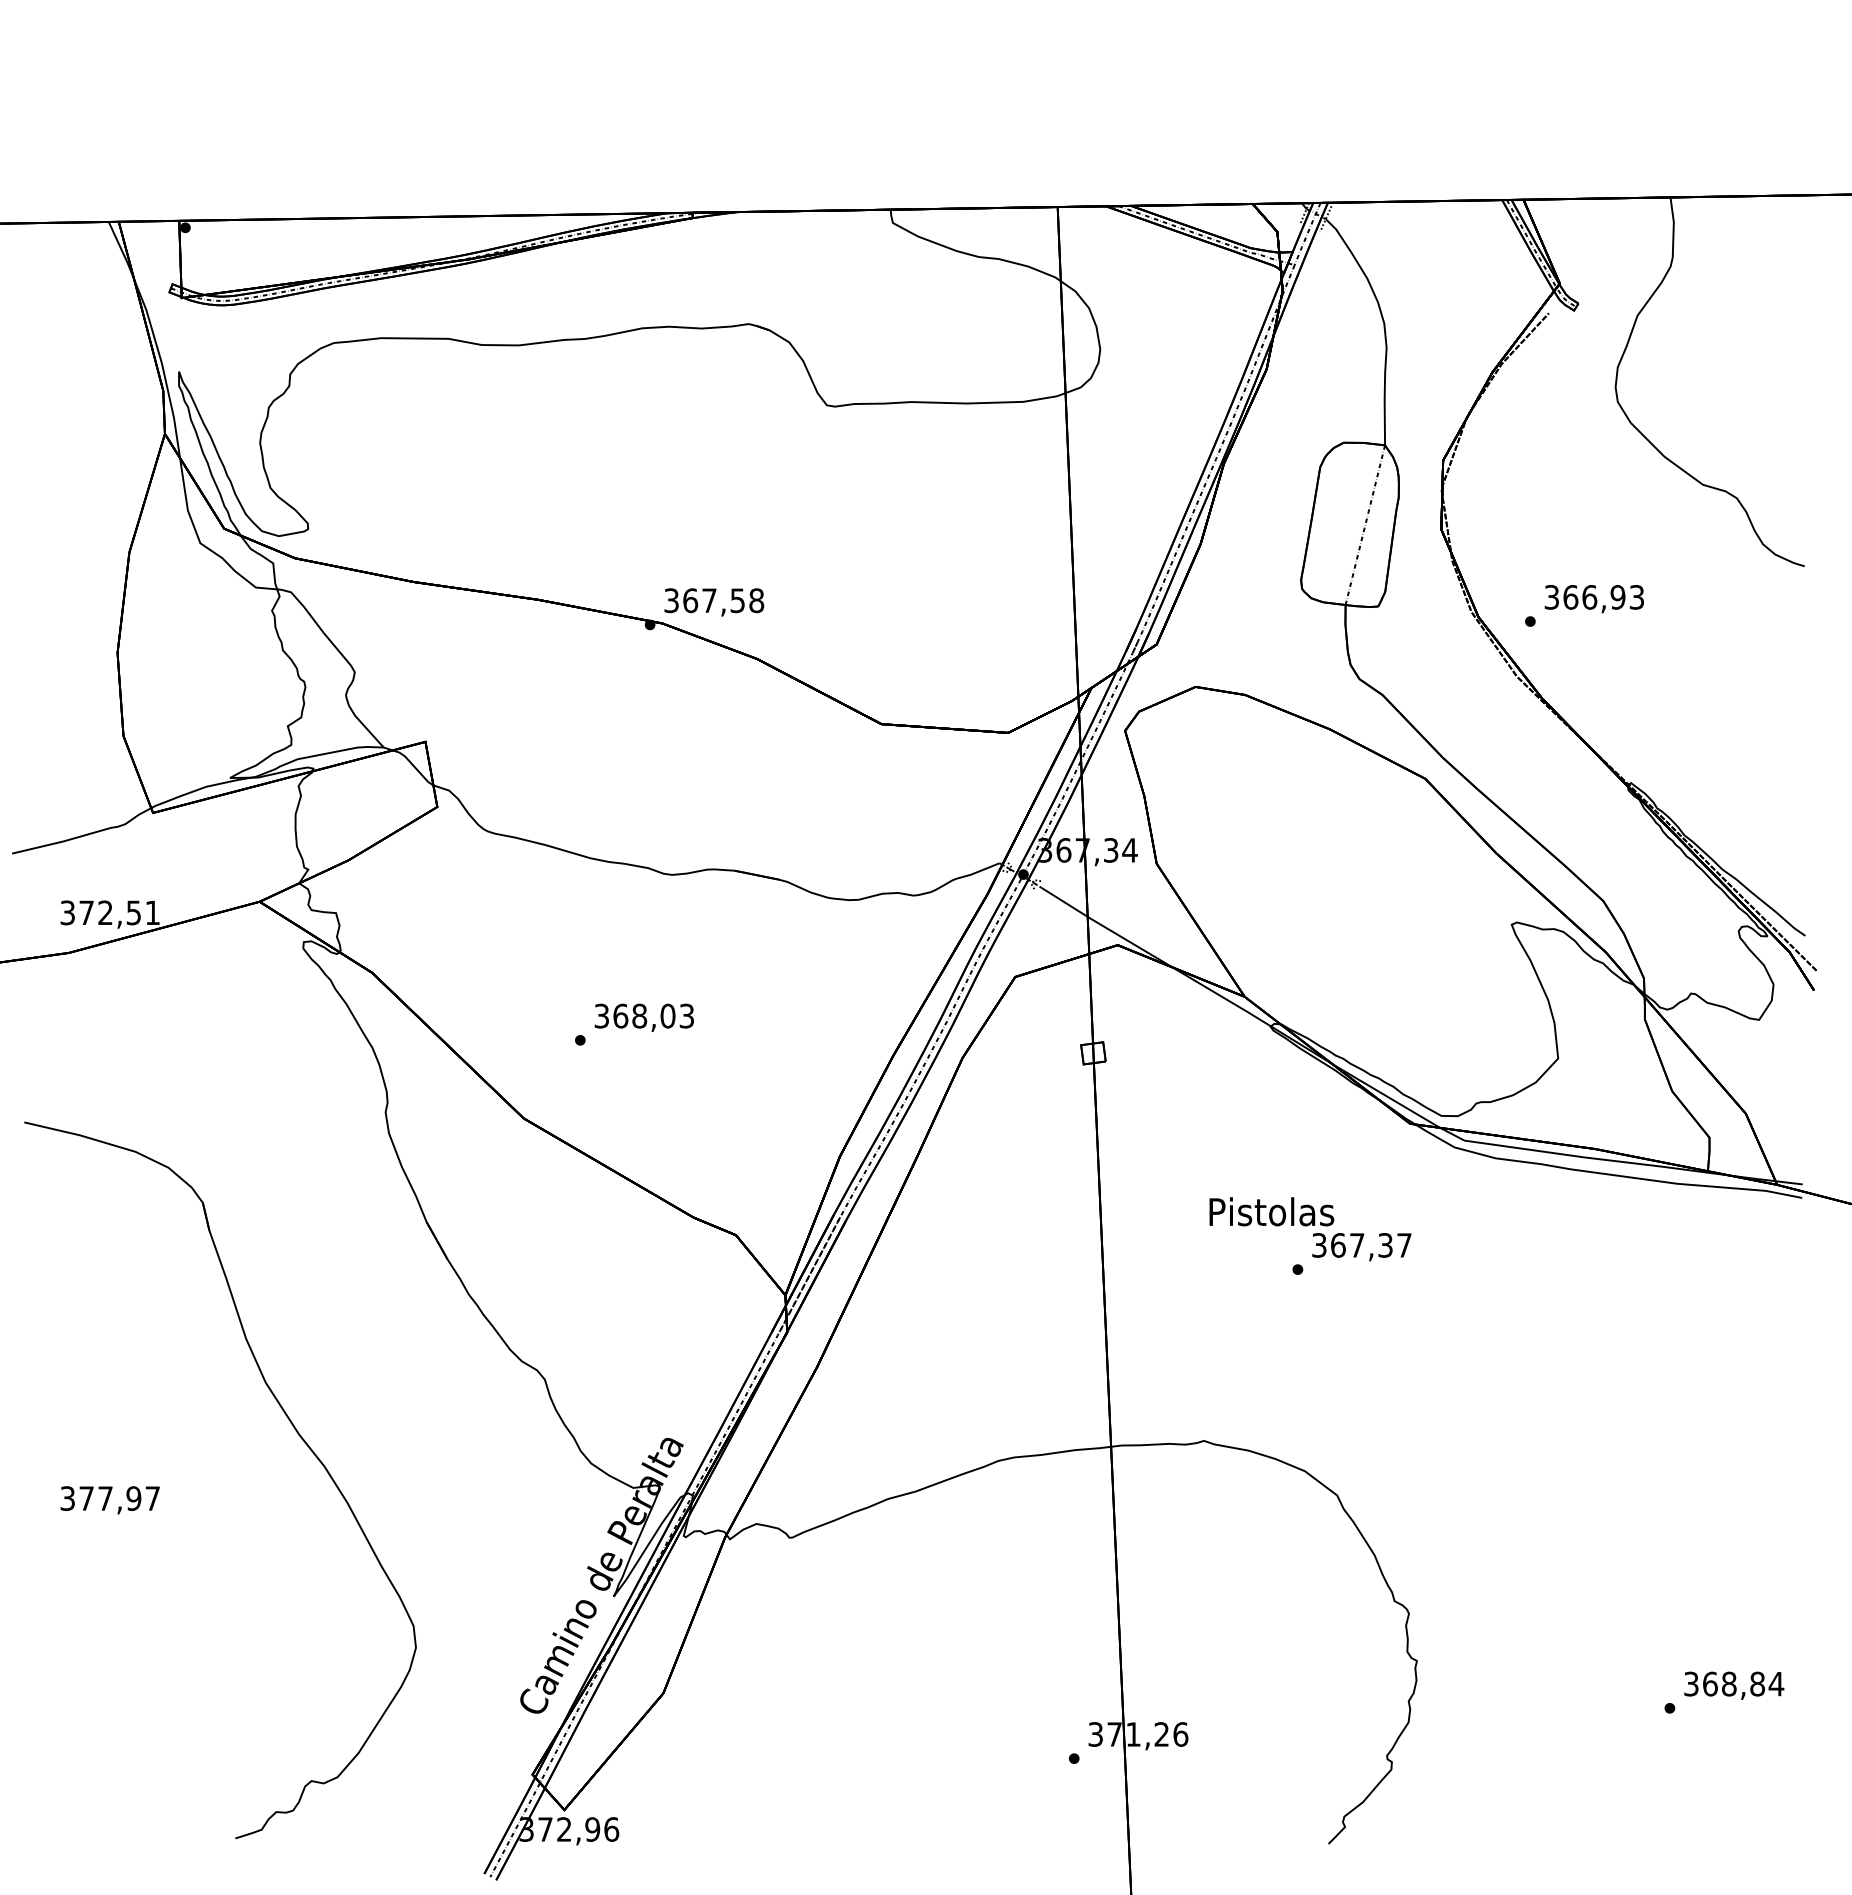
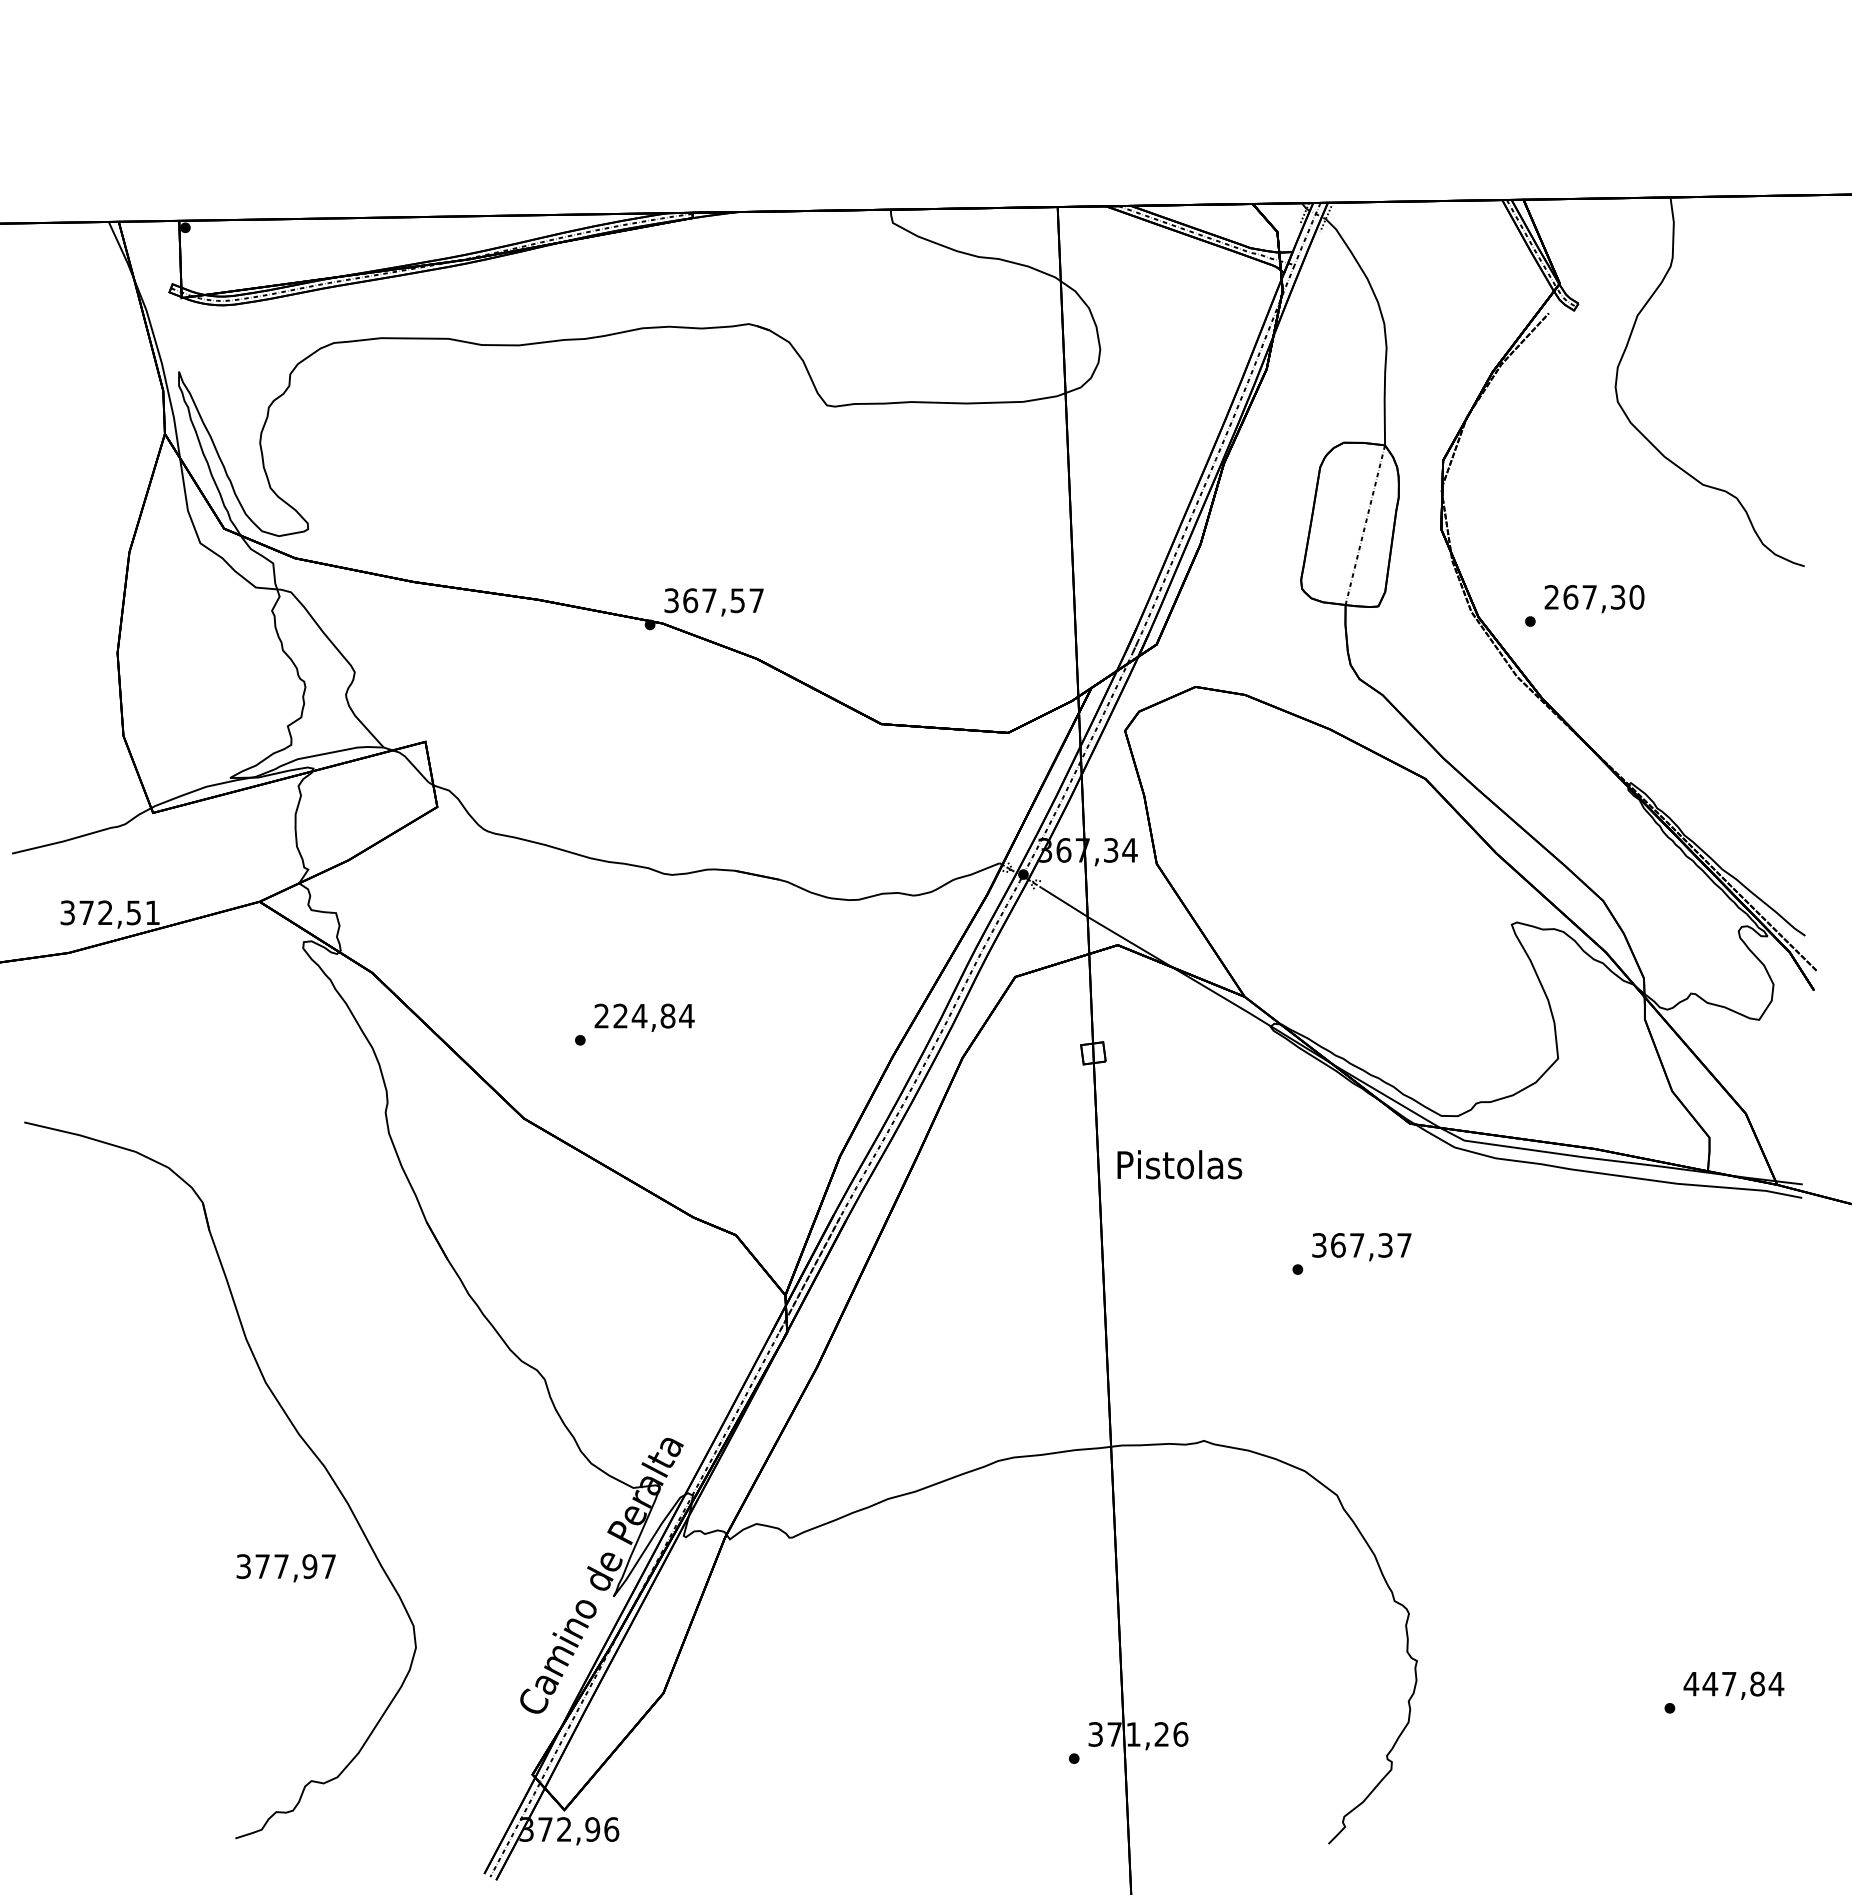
text at (1594, 597): 366,93 -> 267,30
text at (756, 600): 367,58 -> 367,57
text at (644, 1015): 368,03 -> 224,84
text at (1271, 1211) position: (1271, 1211) -> (1179, 1164)
text at (109, 1500) position: (109, 1500) -> (285, 1568)
text at (1709, 1683): 368,84 -> 447,84
